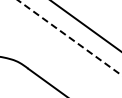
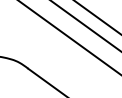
line at (97, 17): none -> present
line at (69, 37): dashed -> solid
